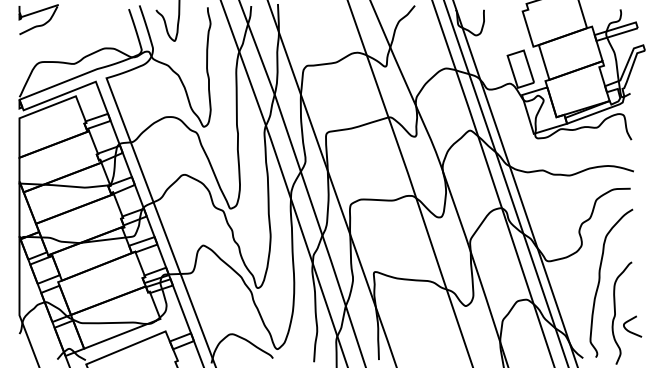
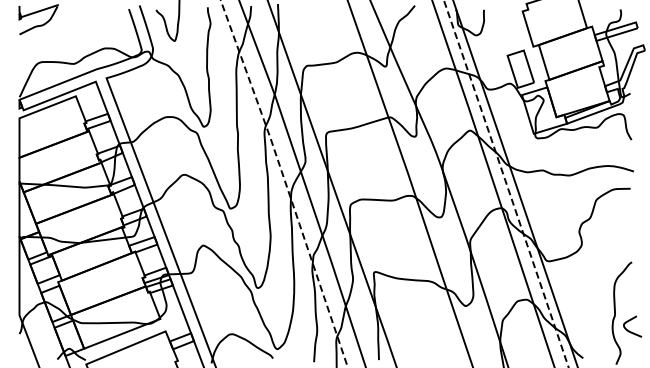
line at (285, 183): solid -> dashed
line at (506, 184): solid -> dashed
curve at (600, 281): present -> none
